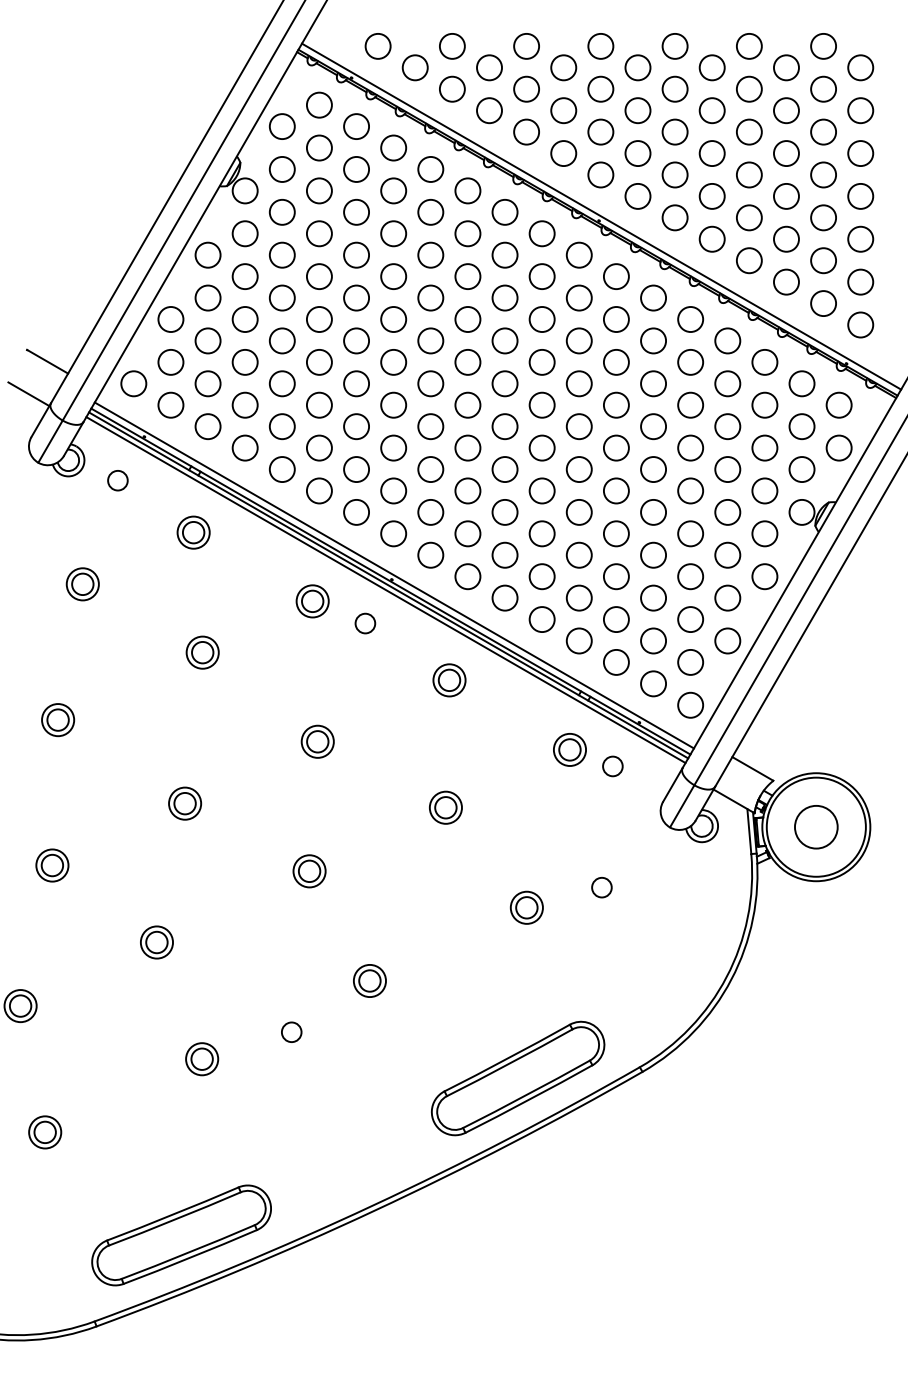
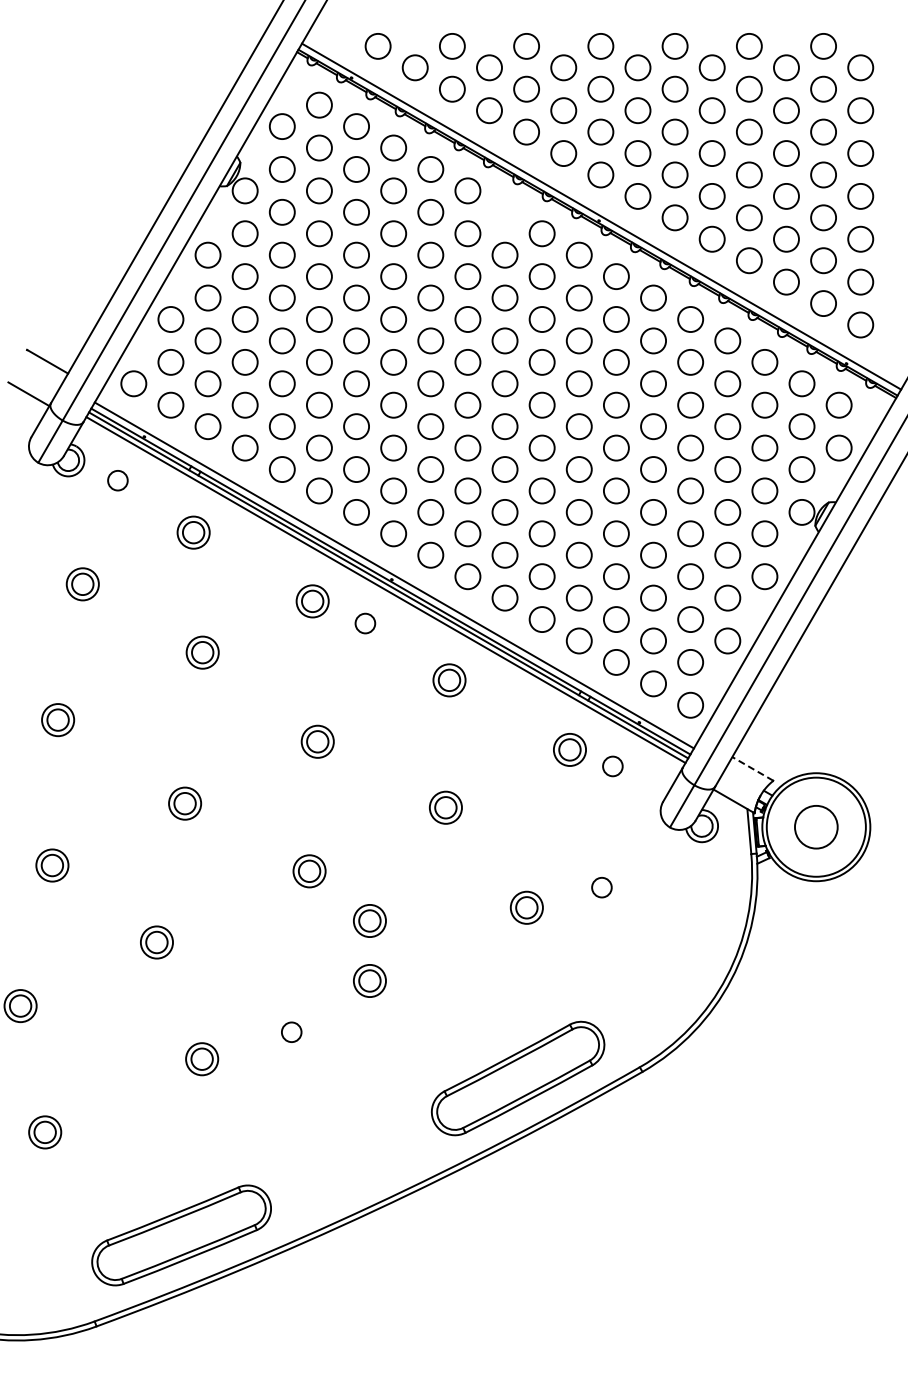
circle at (504, 212): present -> none
line at (752, 768): solid -> dashed
part at (369, 920): none -> present
